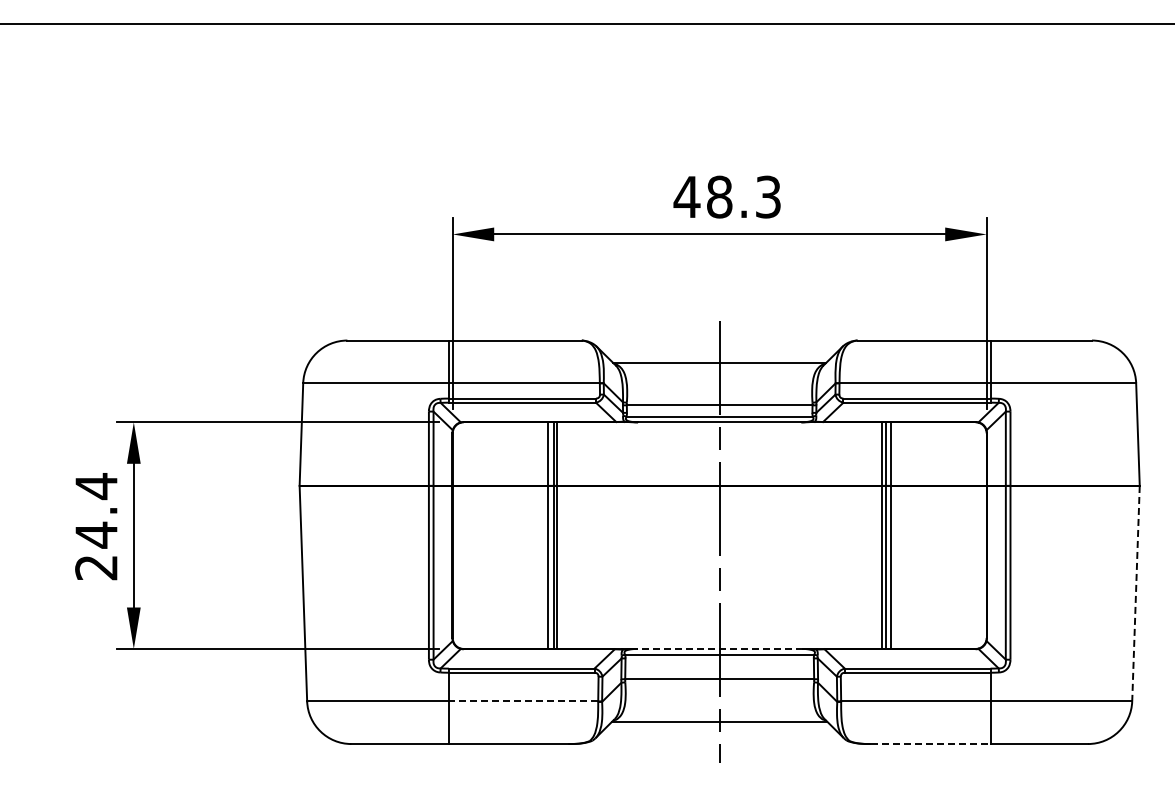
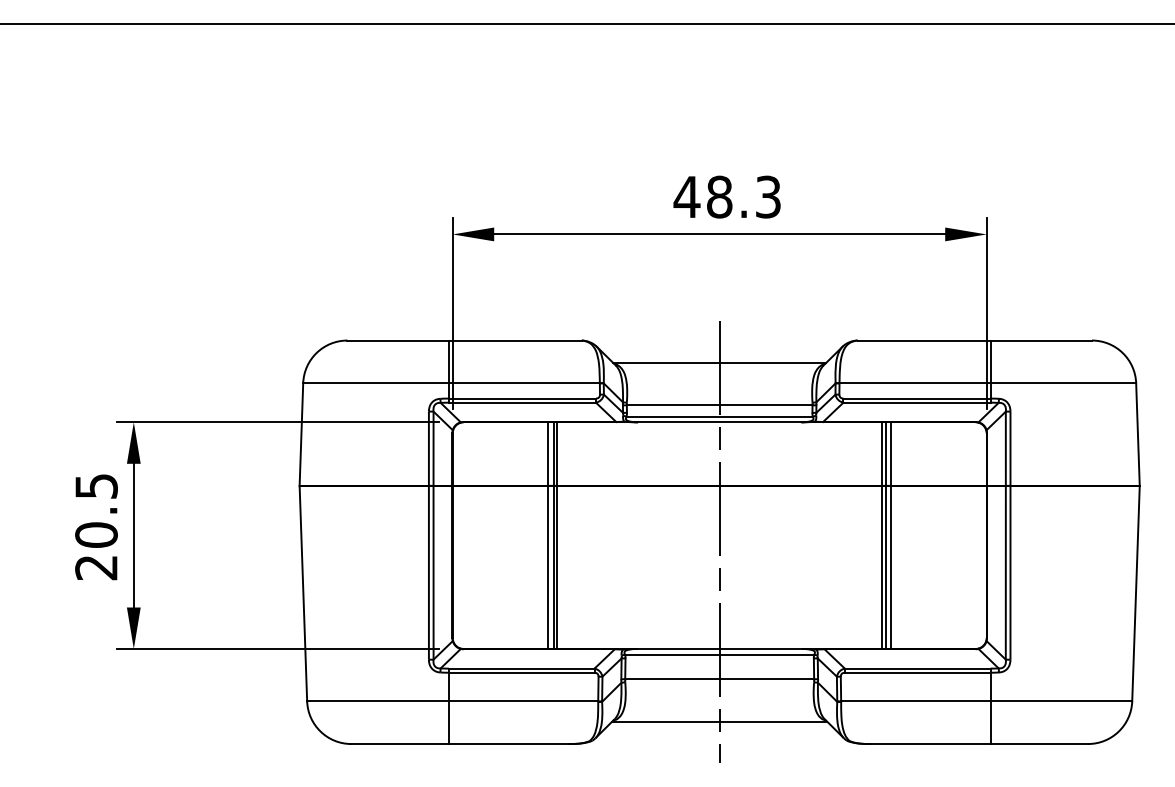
text at (96, 510): 24.4 -> 20.5
line at (1135, 593): dashed -> solid
line at (719, 648): dashed -> solid
line at (523, 701): dashed -> solid
line at (930, 744): dashed -> solid
